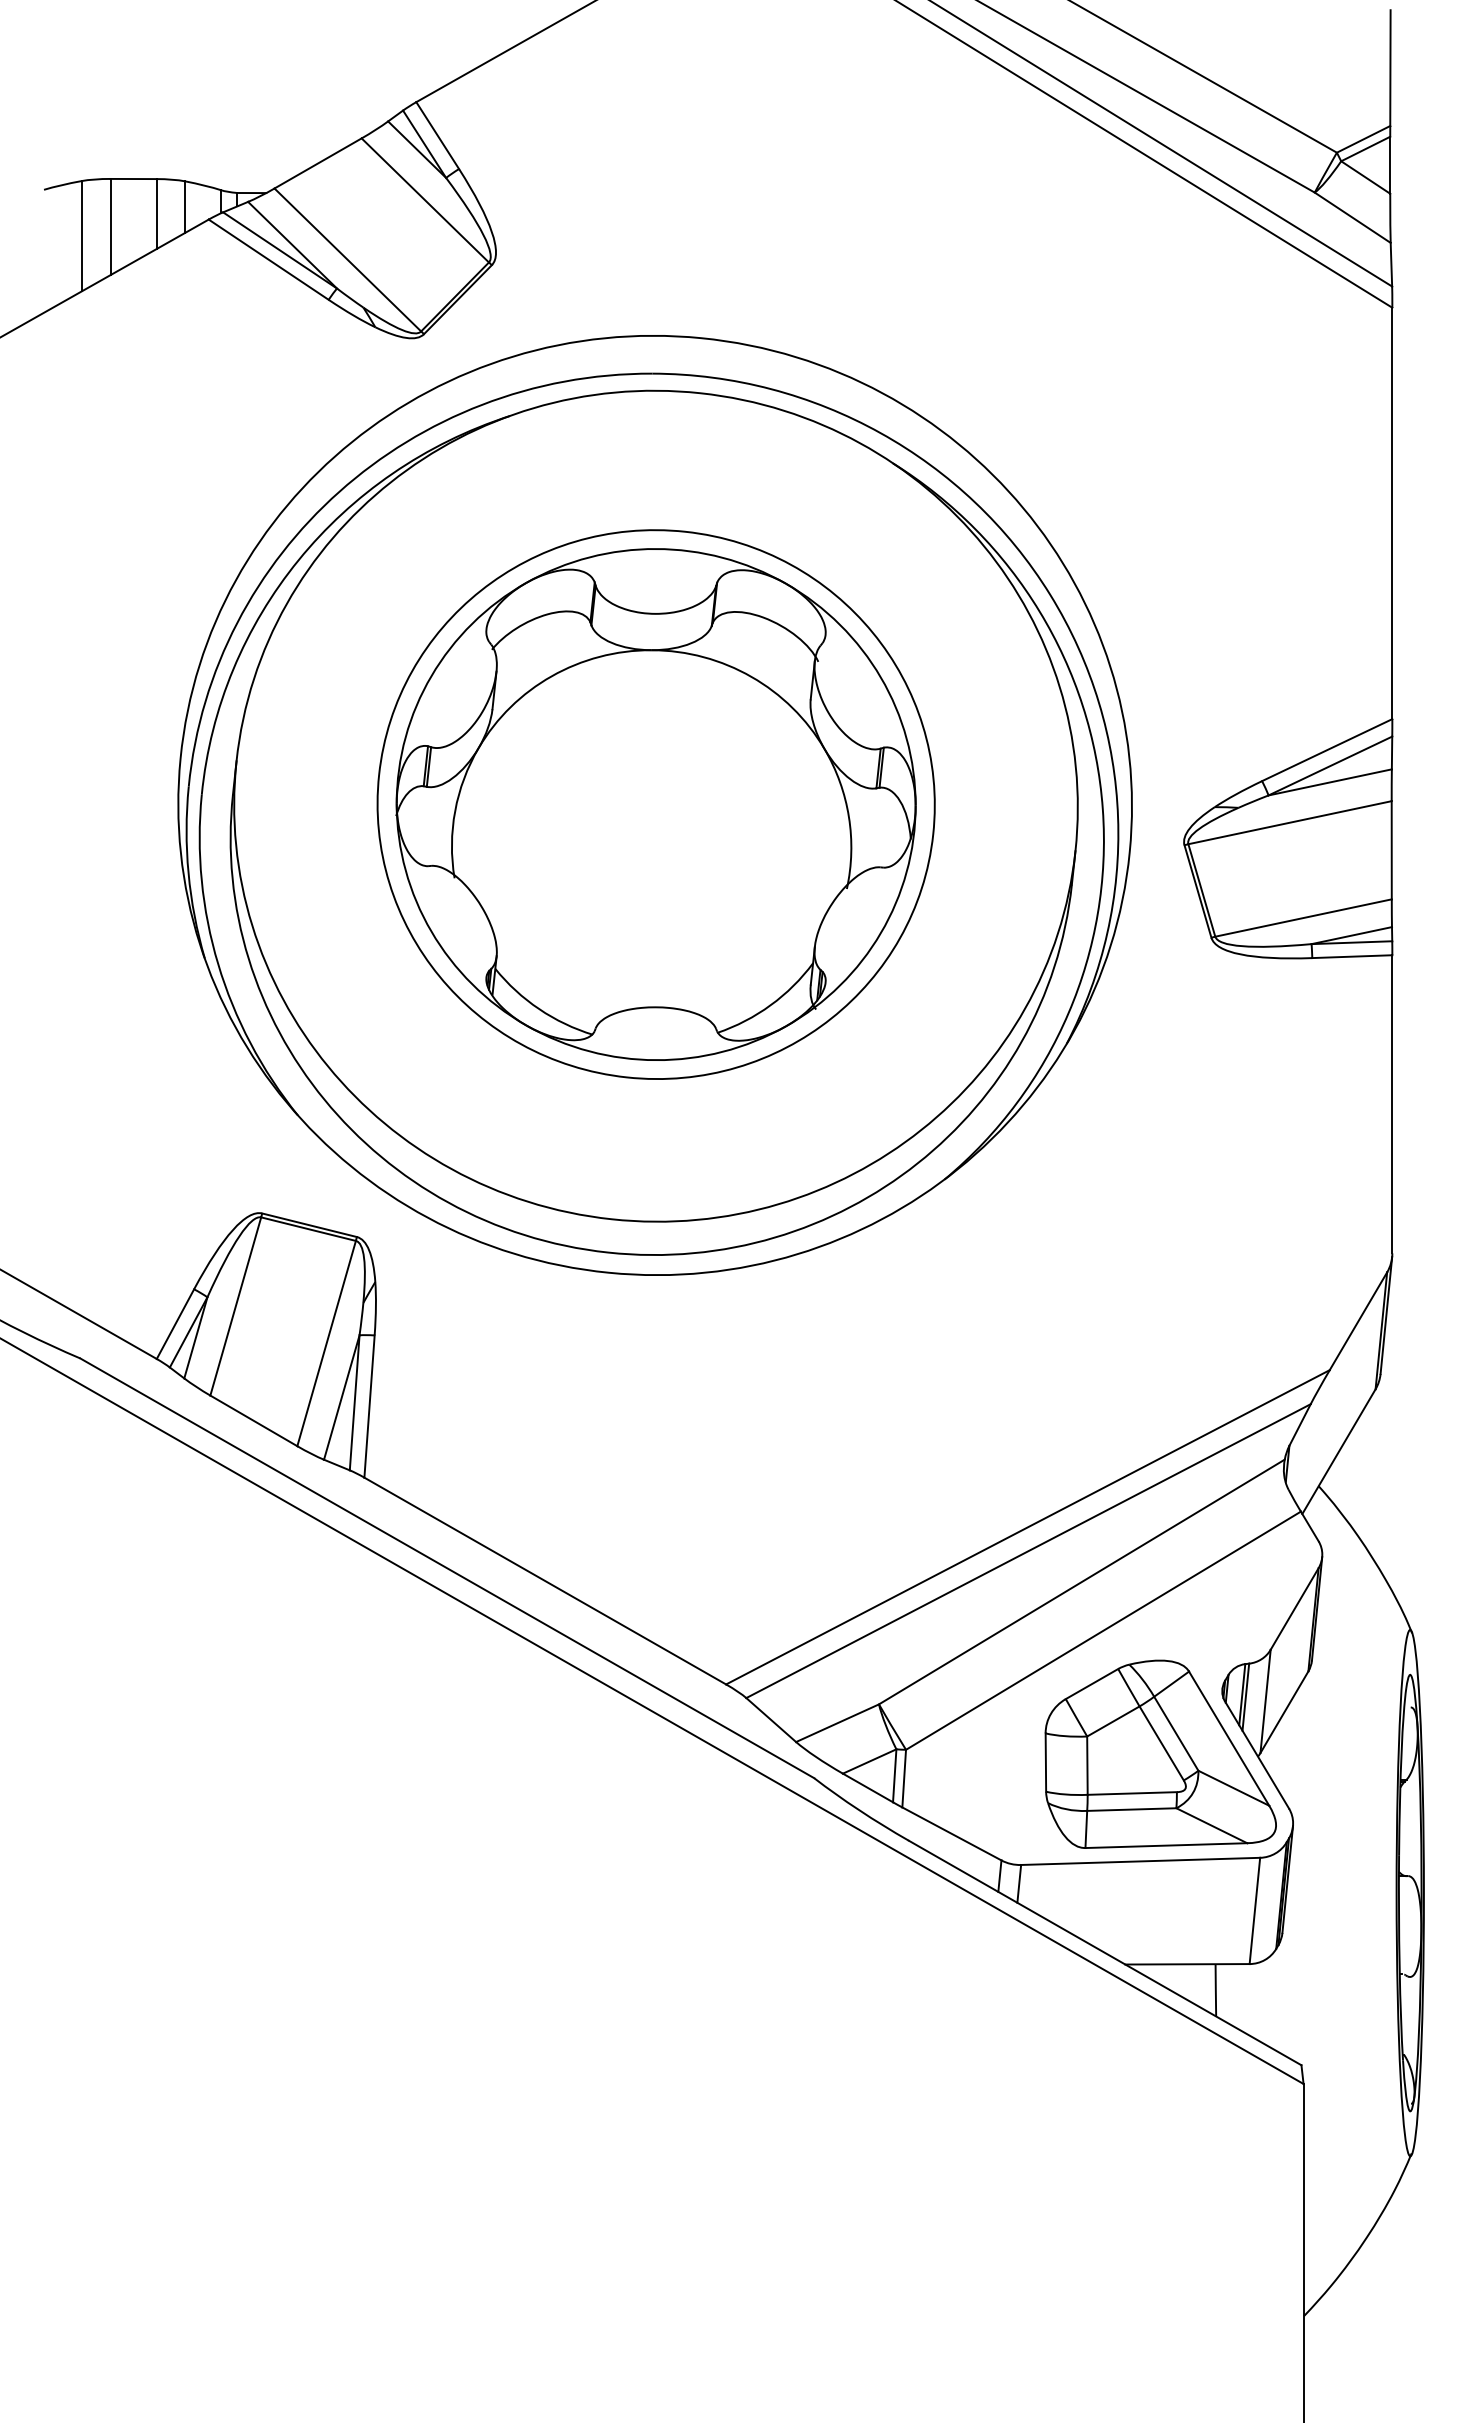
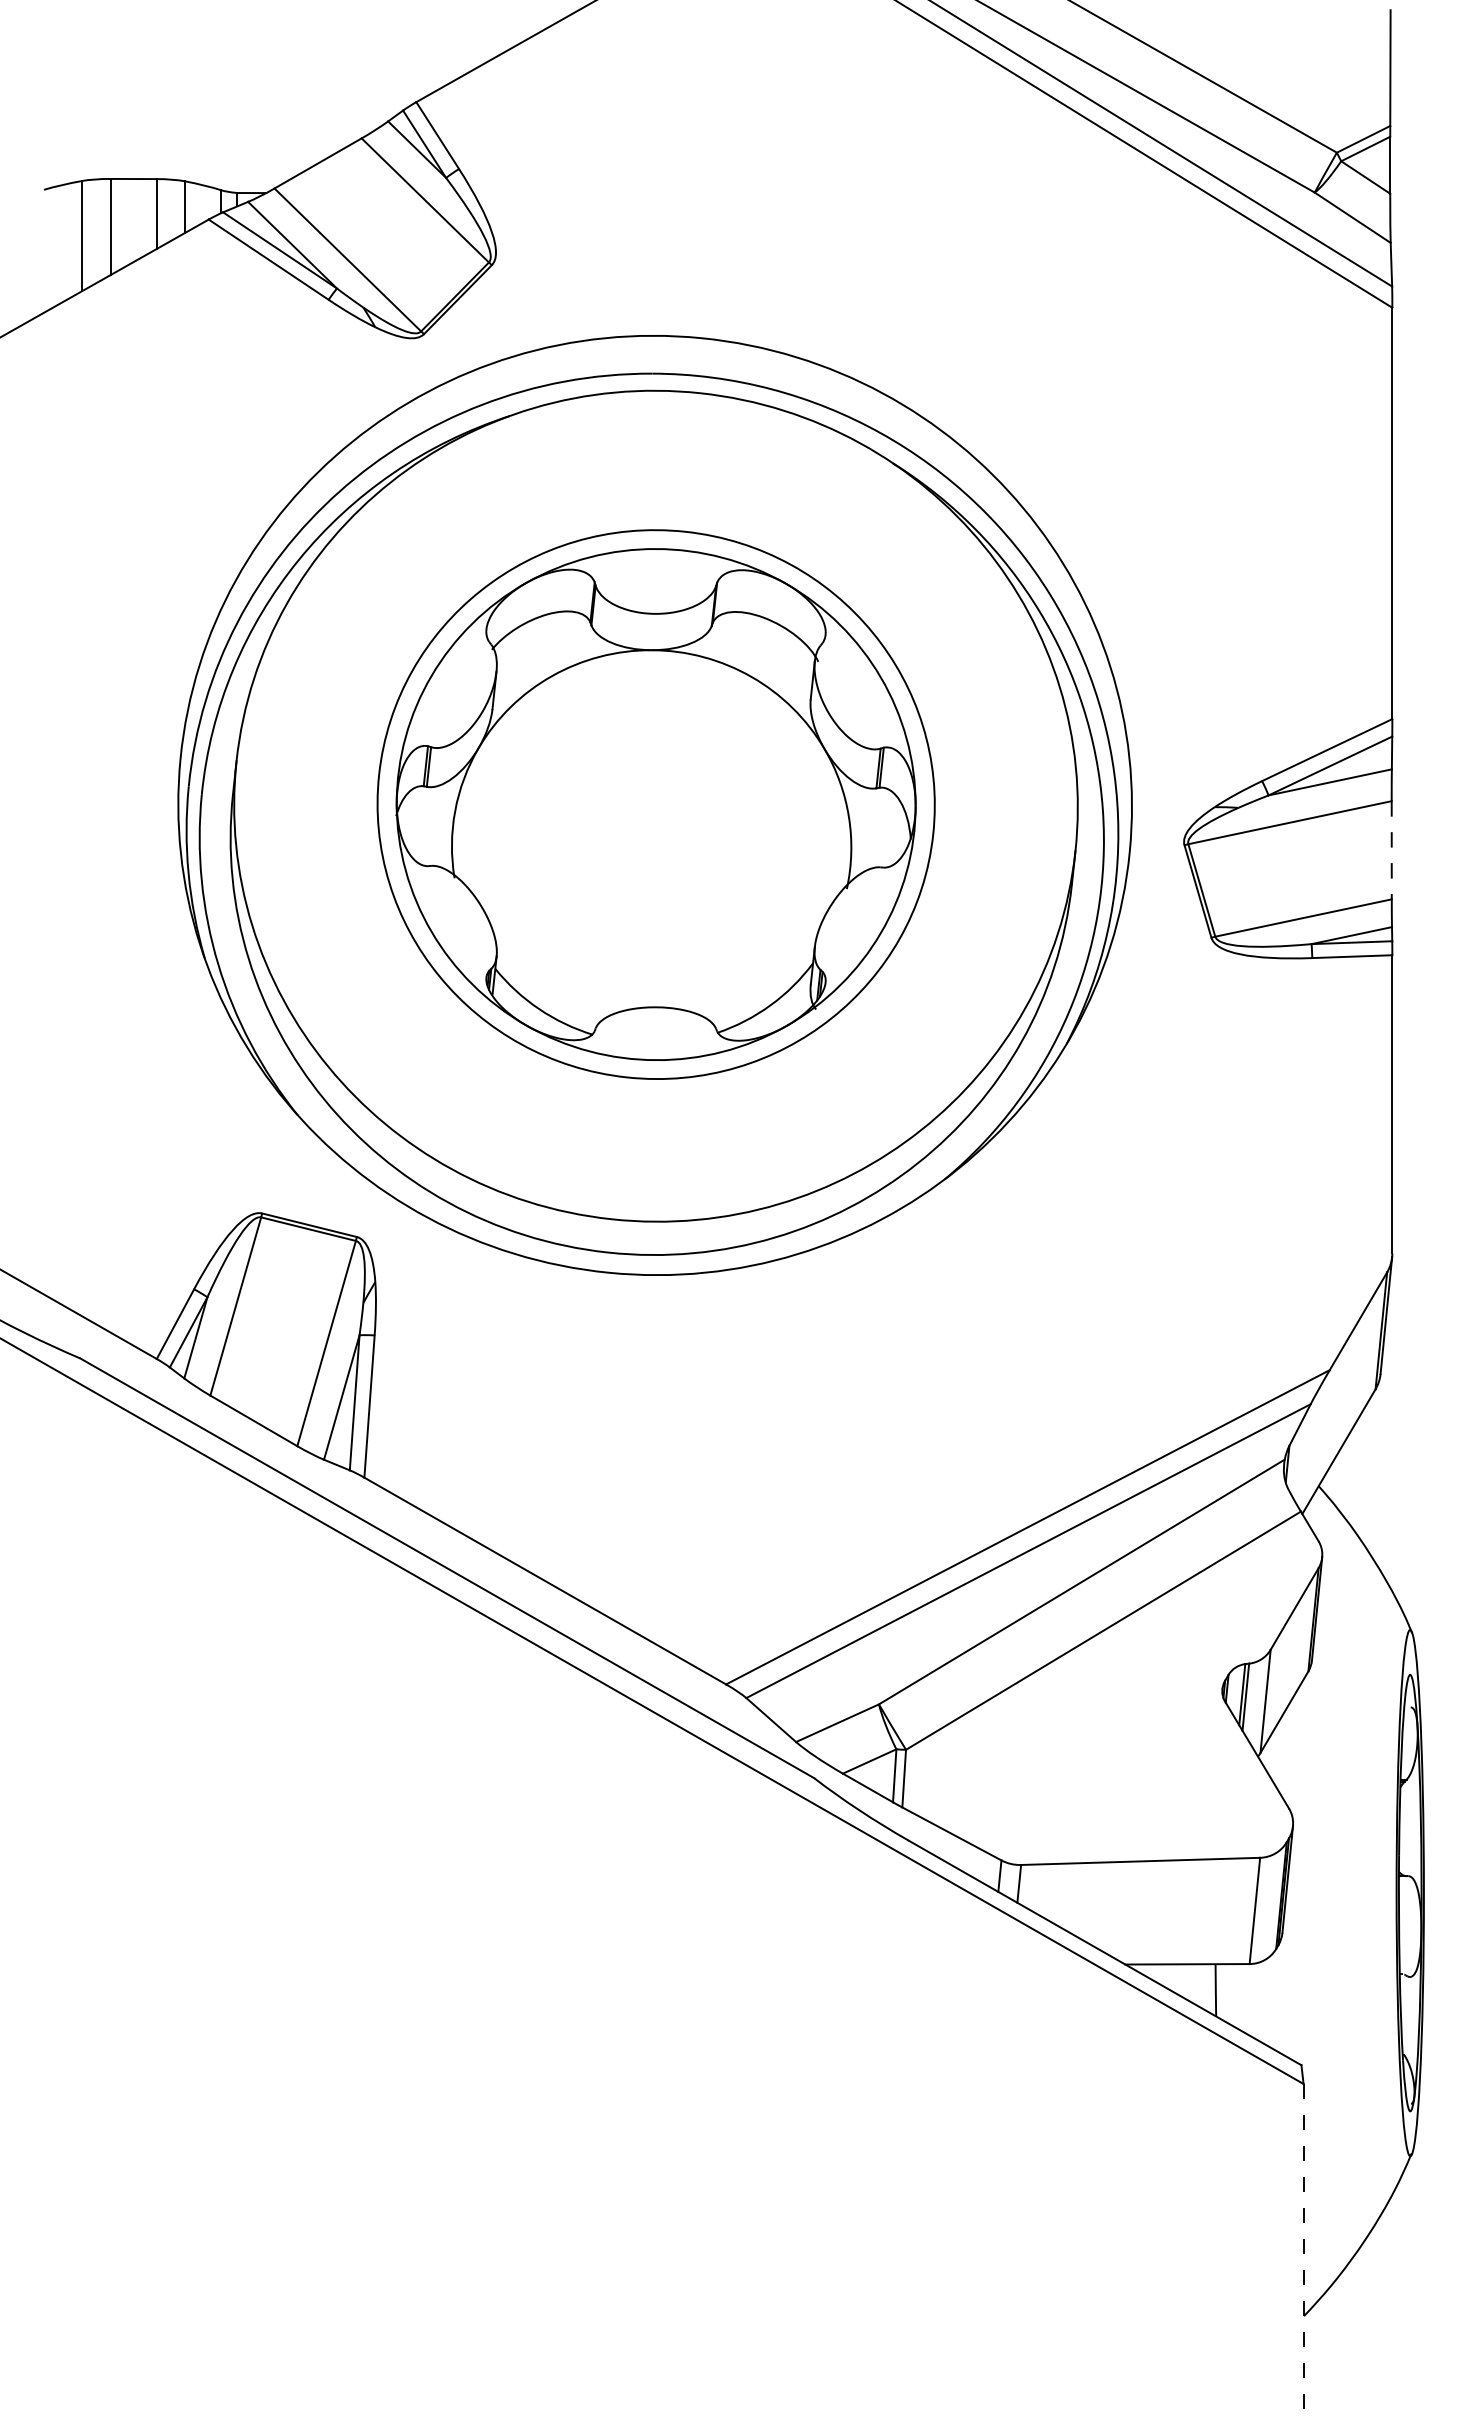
line at (1391, 850): solid -> dashed
part at (1160, 1753): present -> none
line at (1303, 2253): solid -> dashed
